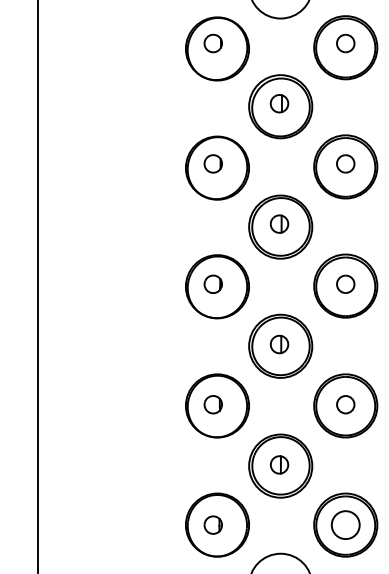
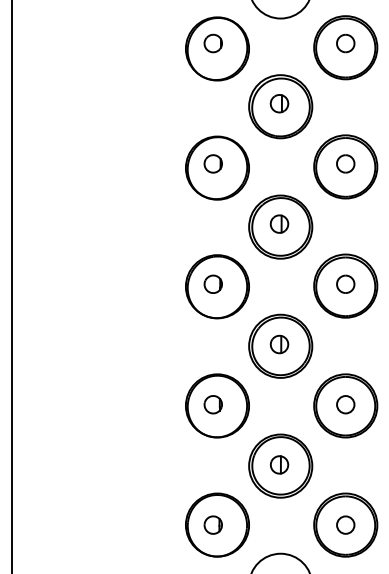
line at (37, 286) position: (37, 286) -> (11, 286)
circle at (345, 525) diameter: 28 px -> 17 px
